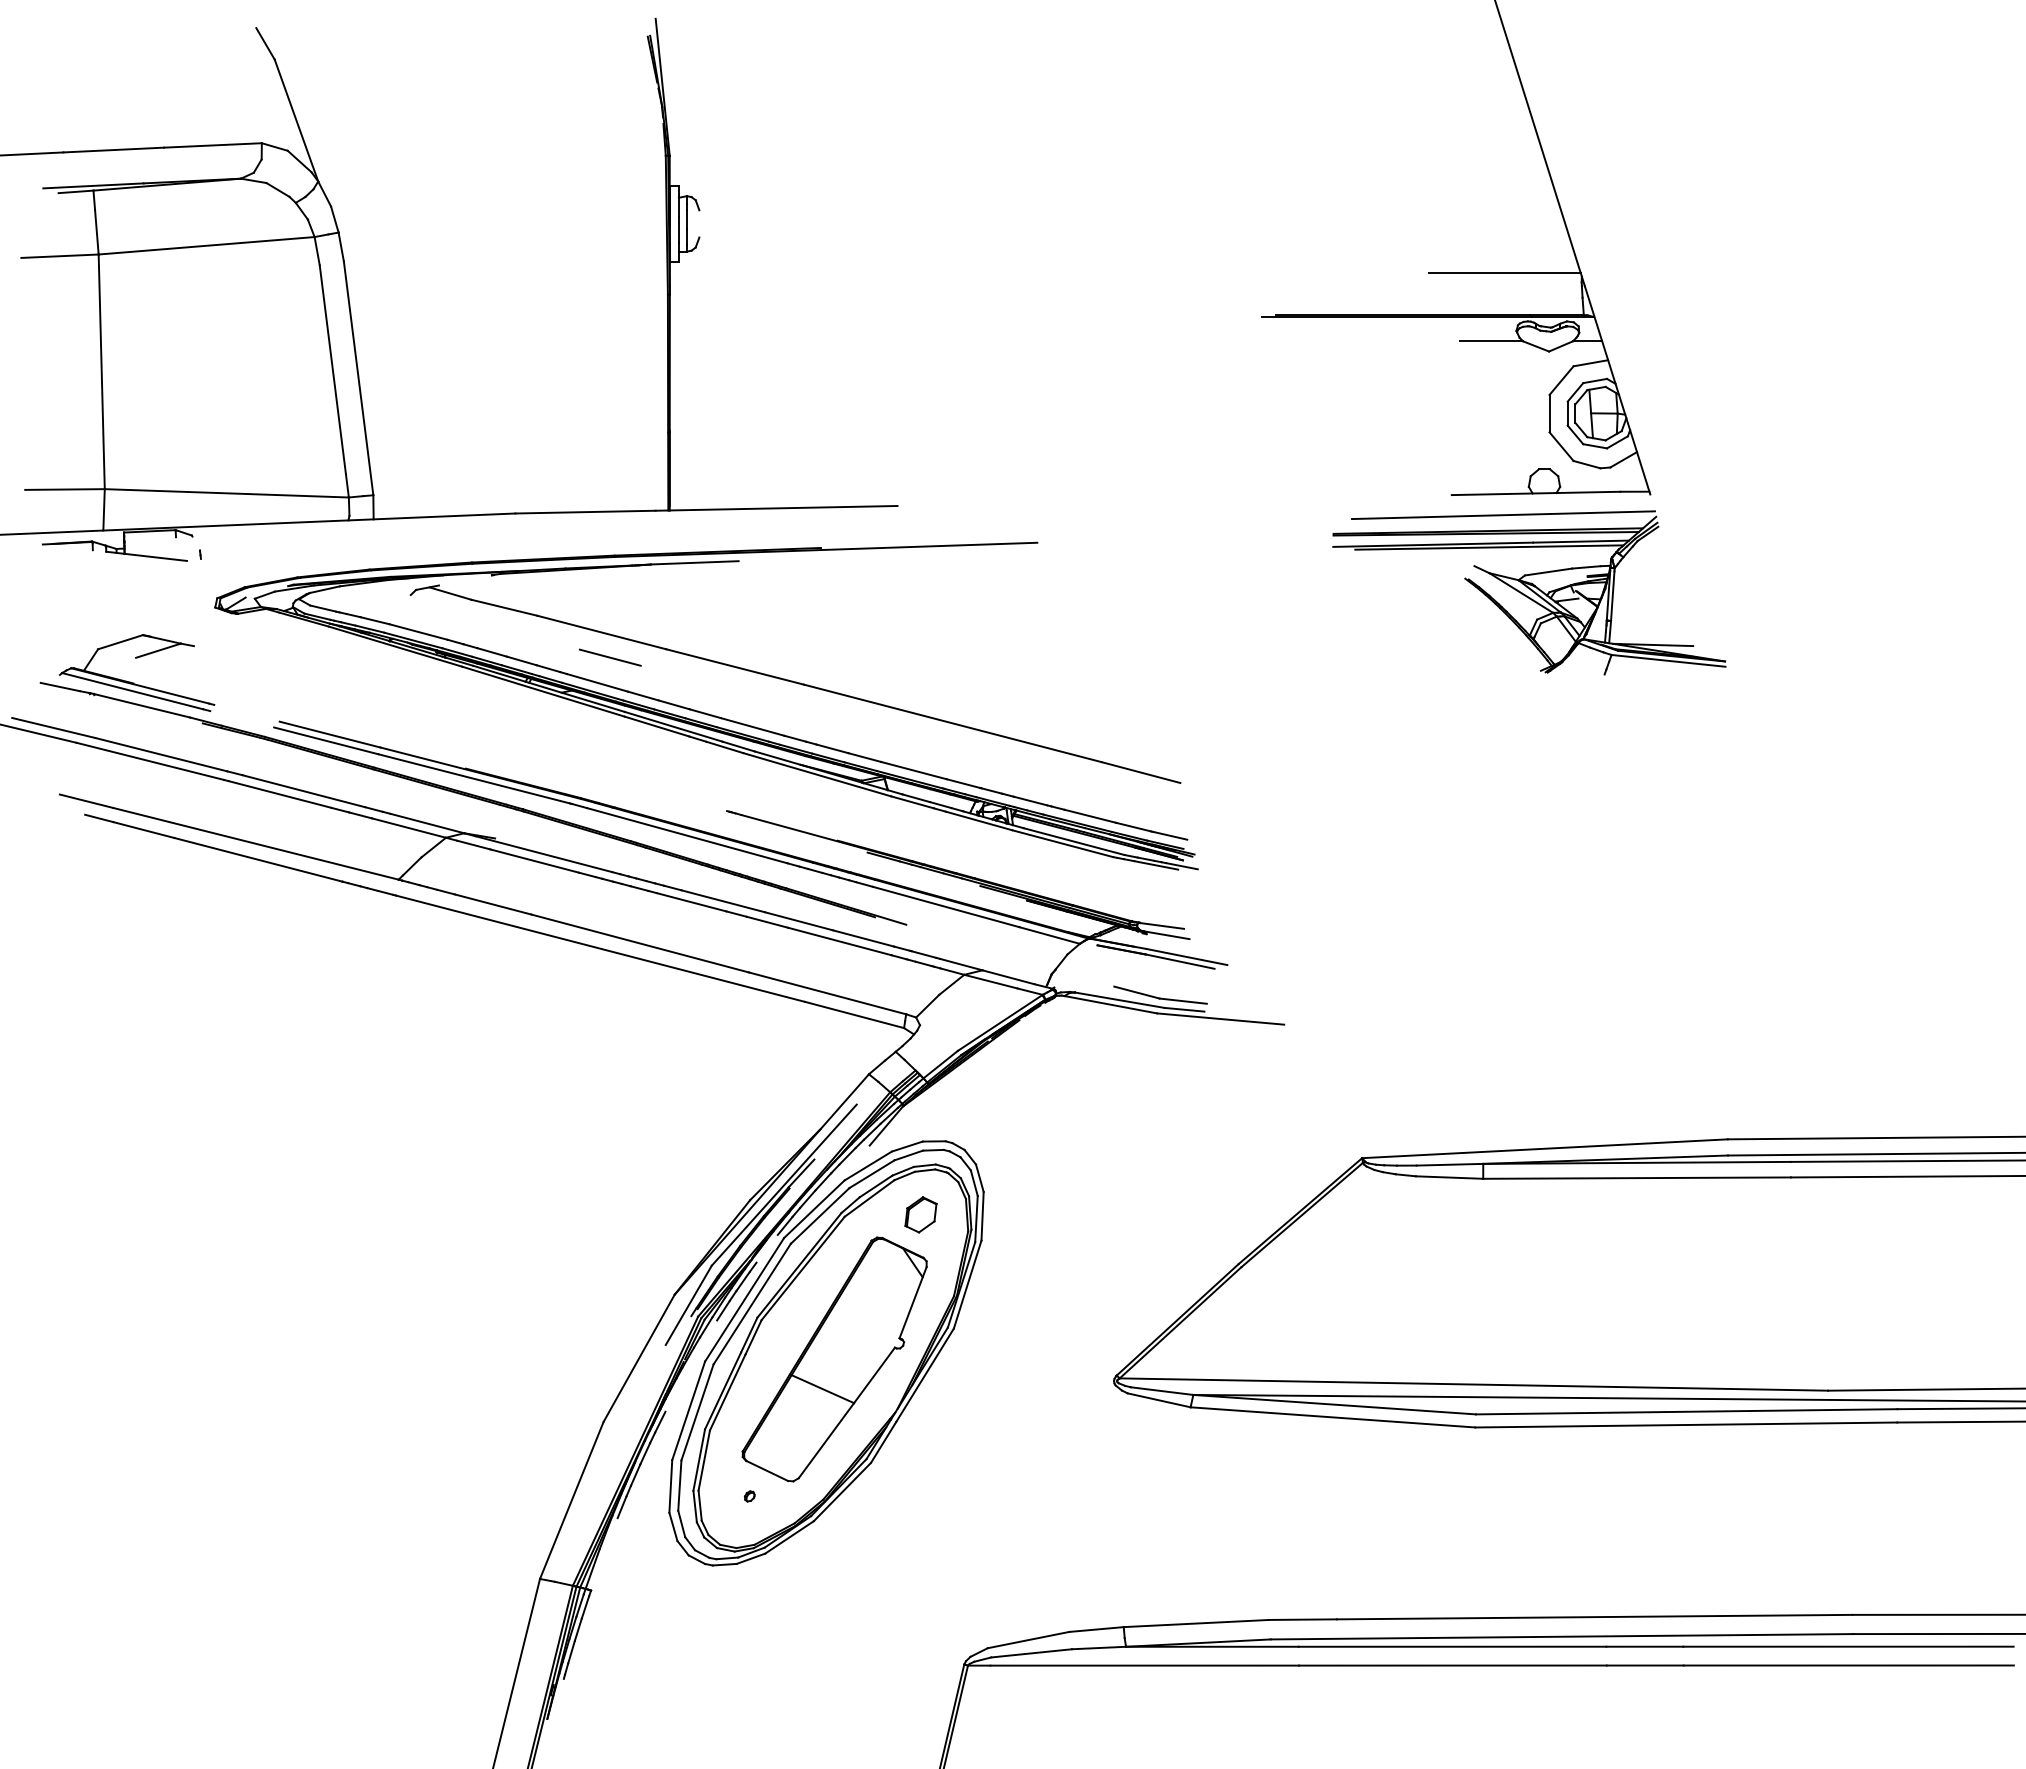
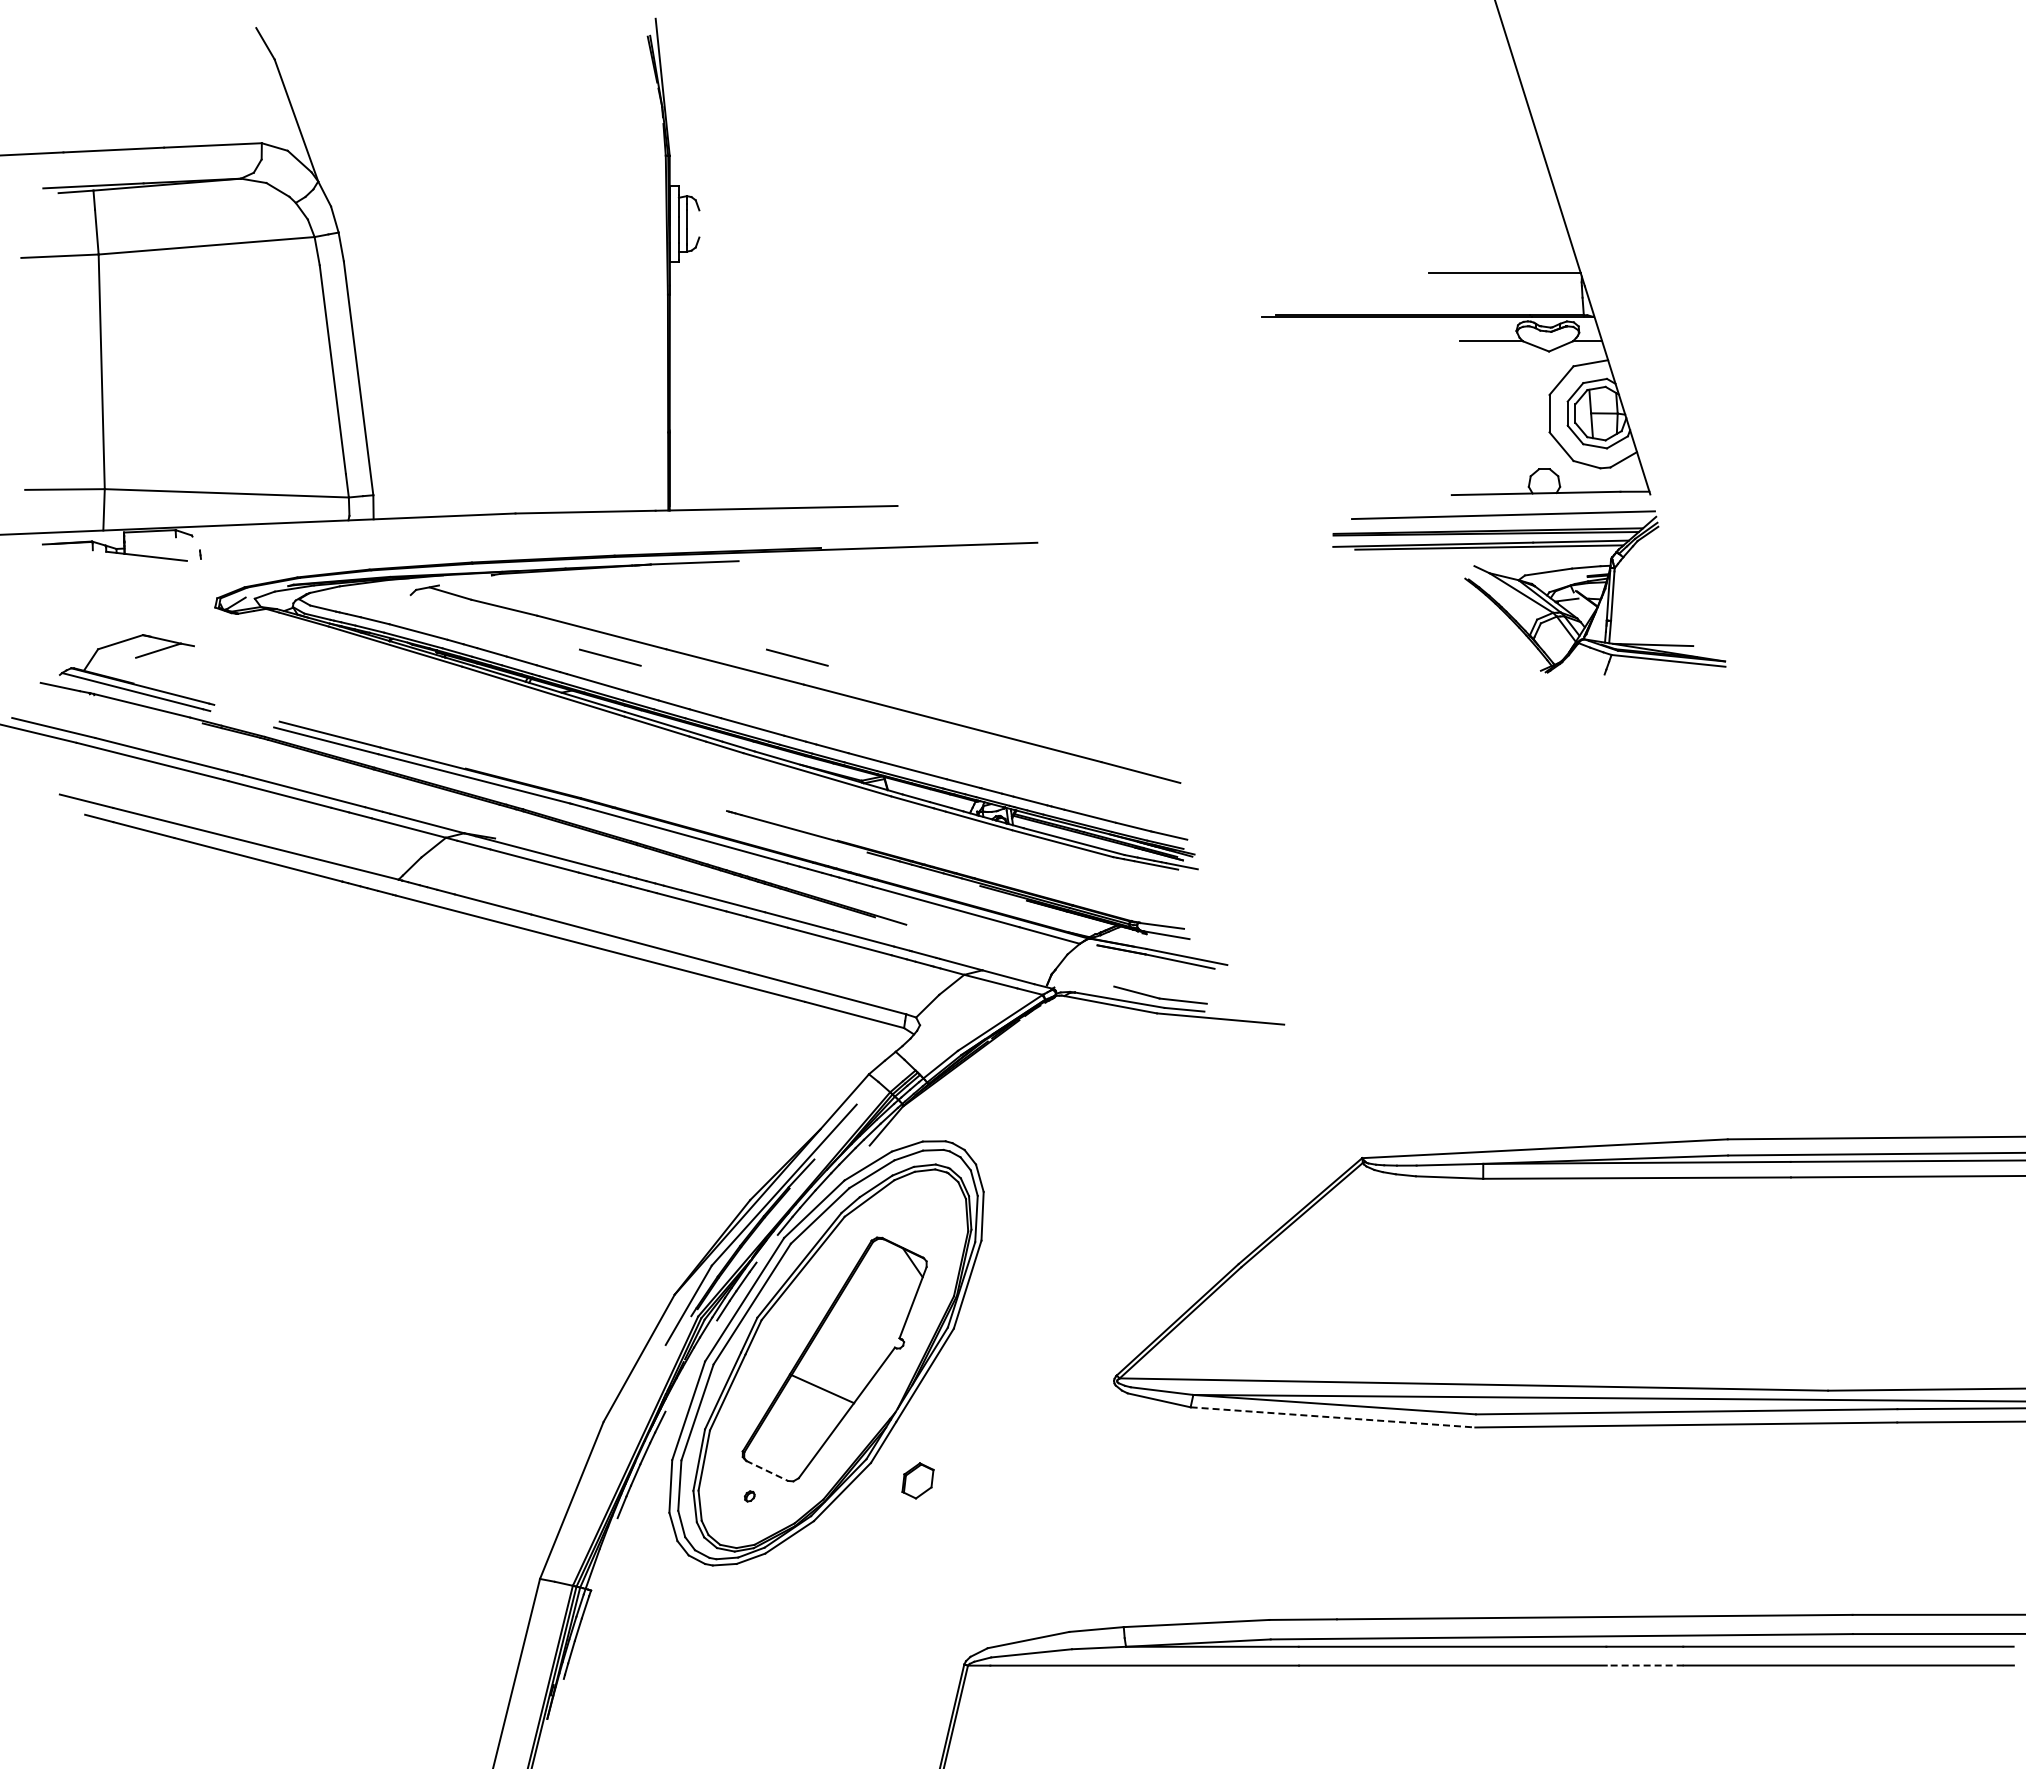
line at (797, 657): none -> present
part at (920, 1214) position: (920, 1214) -> (917, 1480)
line at (1332, 1417): solid -> dashed
line at (767, 1471): solid -> dashed
line at (1644, 1665): solid -> dashed
